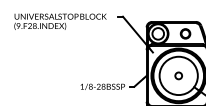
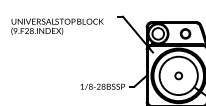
text at (60, 21) position: (60, 21) -> (57, 26)
